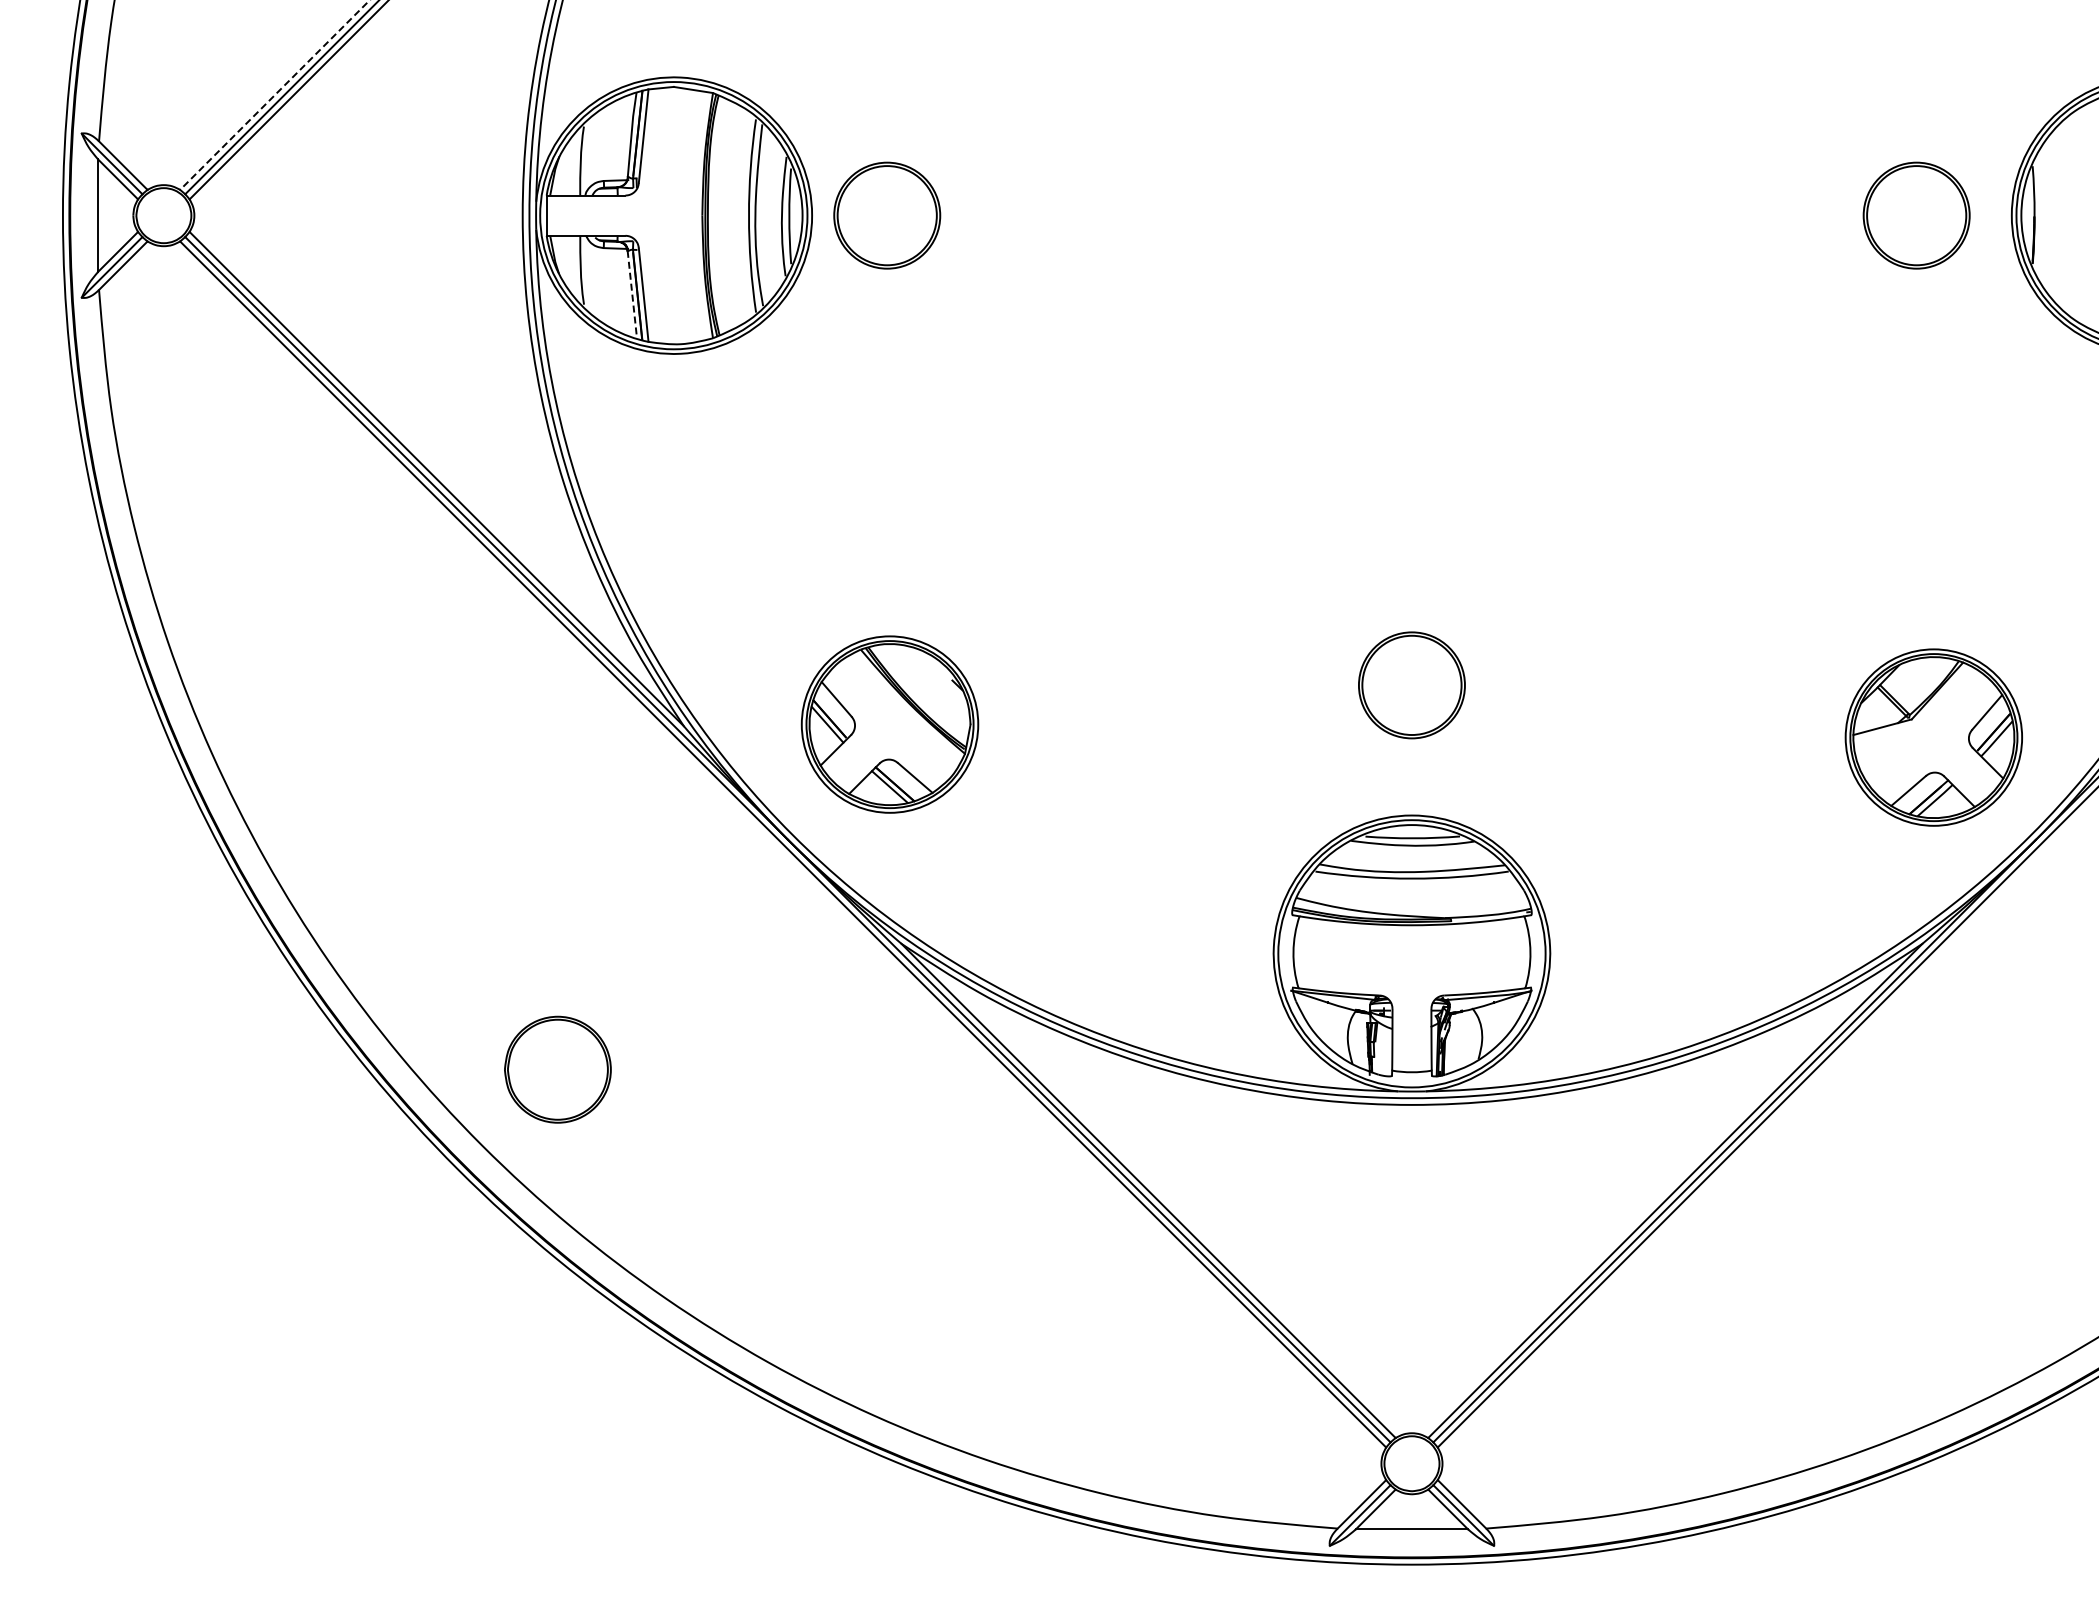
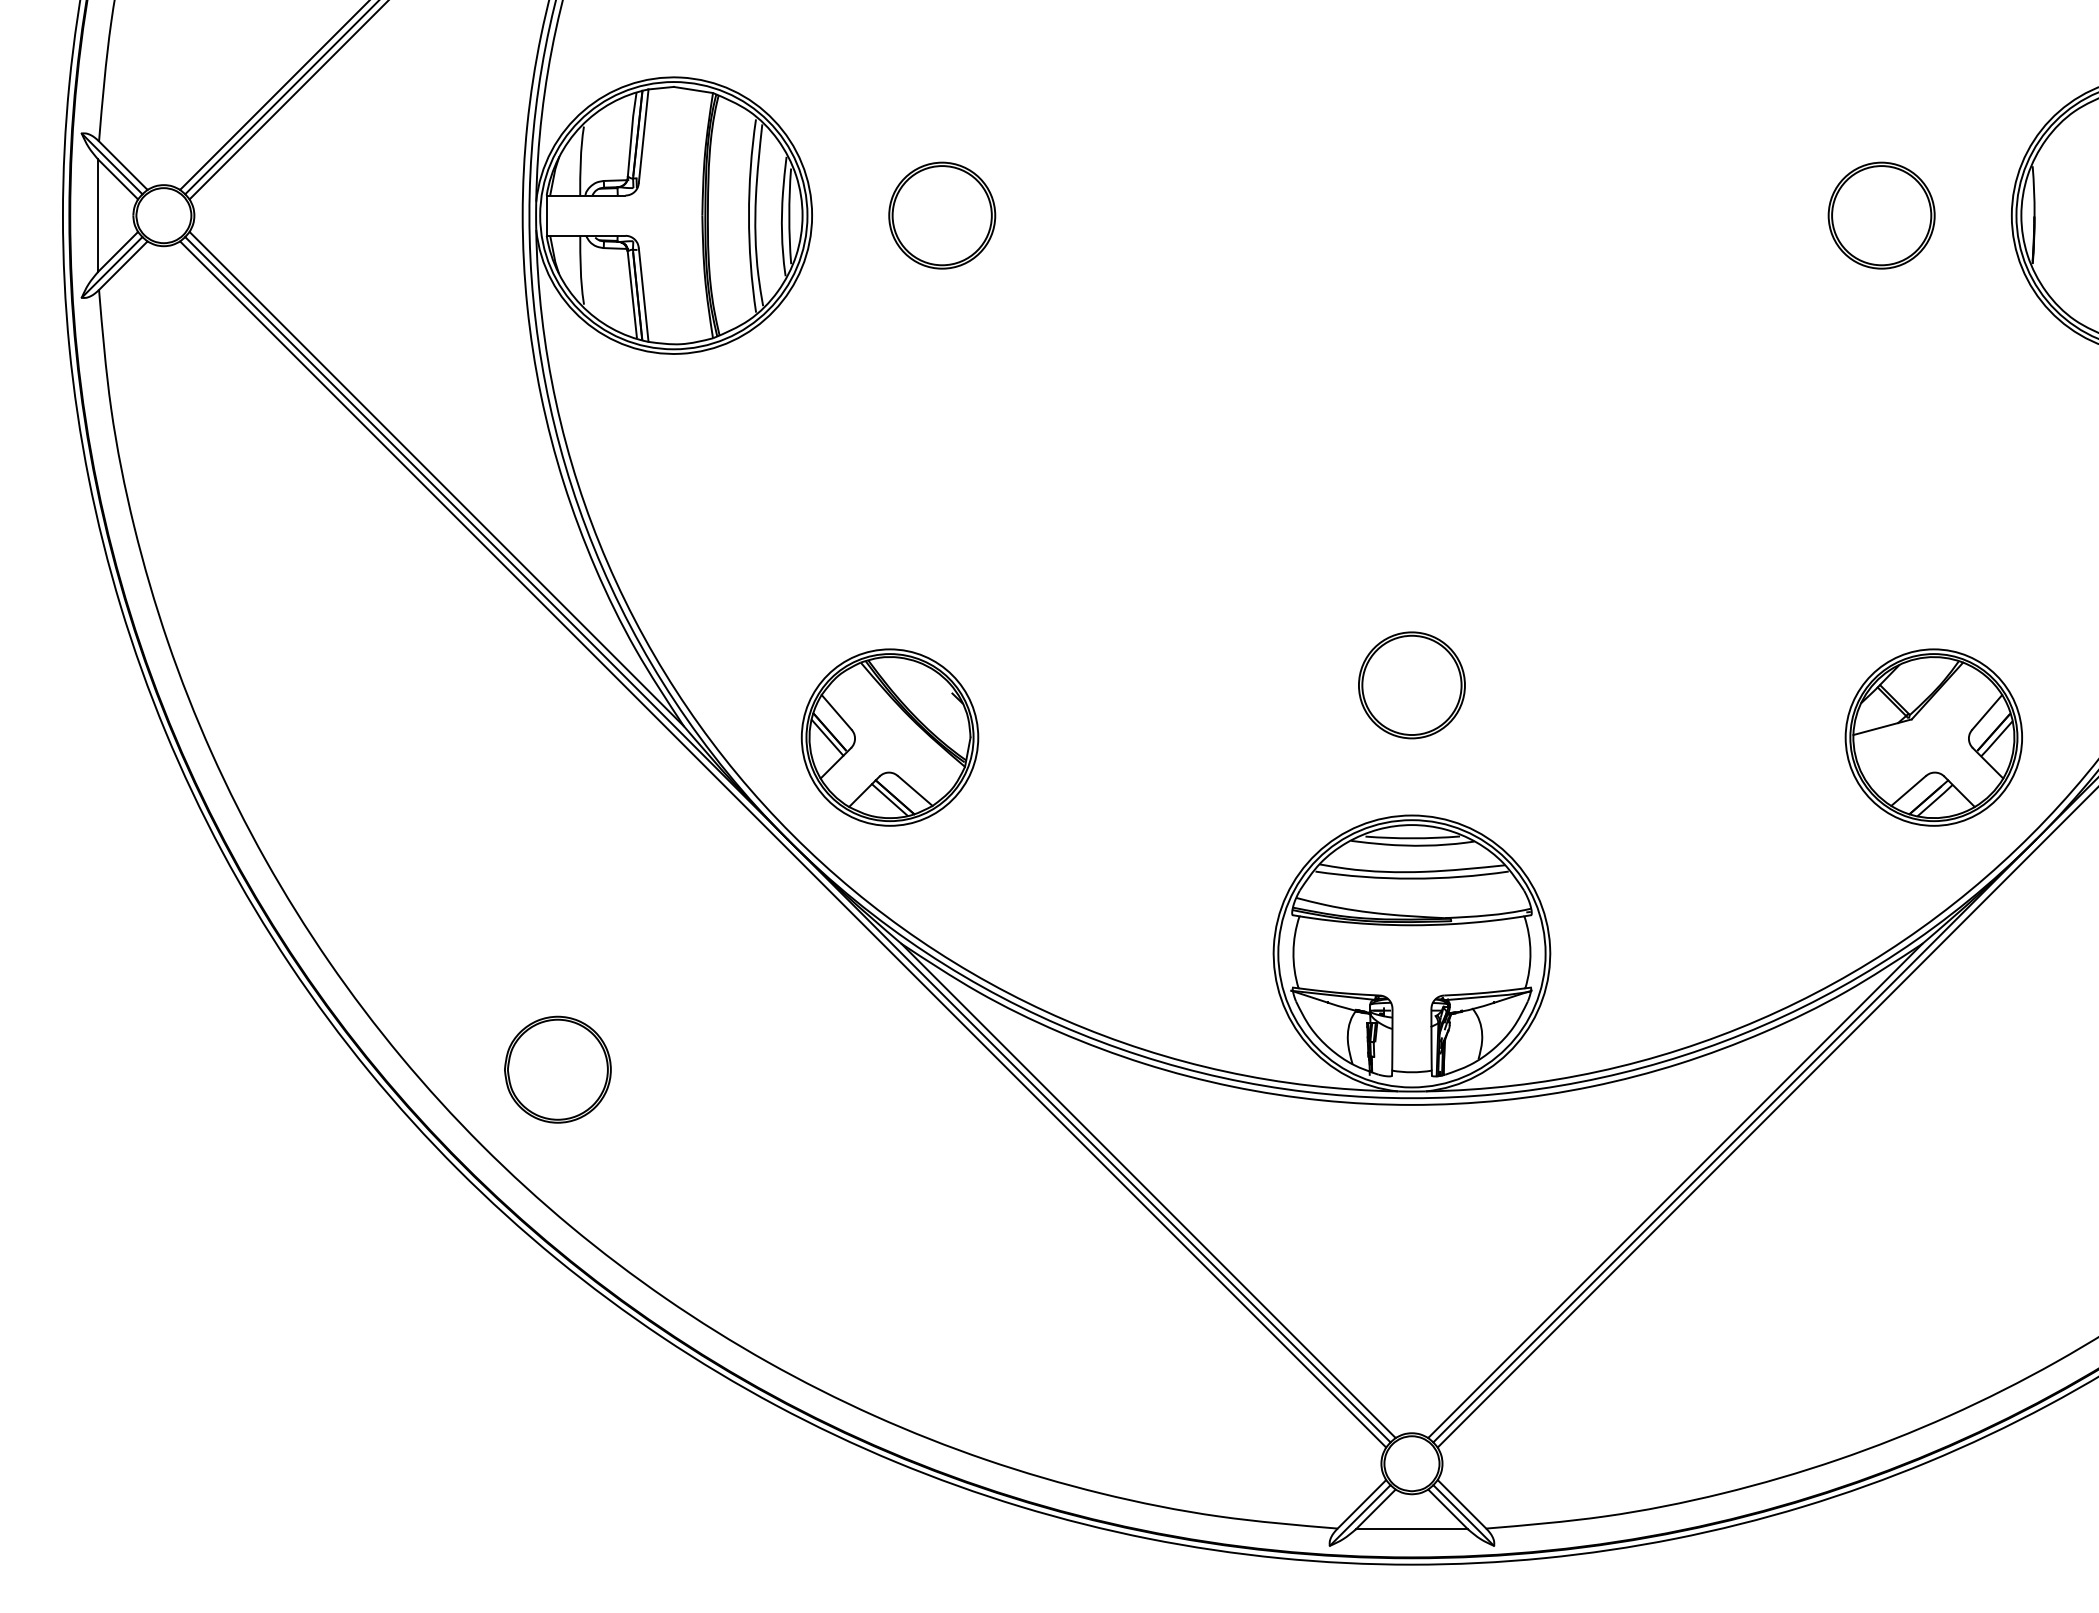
line at (274, 95): dashed -> solid
part at (887, 215) position: (887, 215) -> (942, 215)
part at (1916, 215) position: (1916, 215) -> (1881, 215)
line at (632, 294): dashed -> solid
part at (889, 724) position: (889, 724) -> (889, 737)
